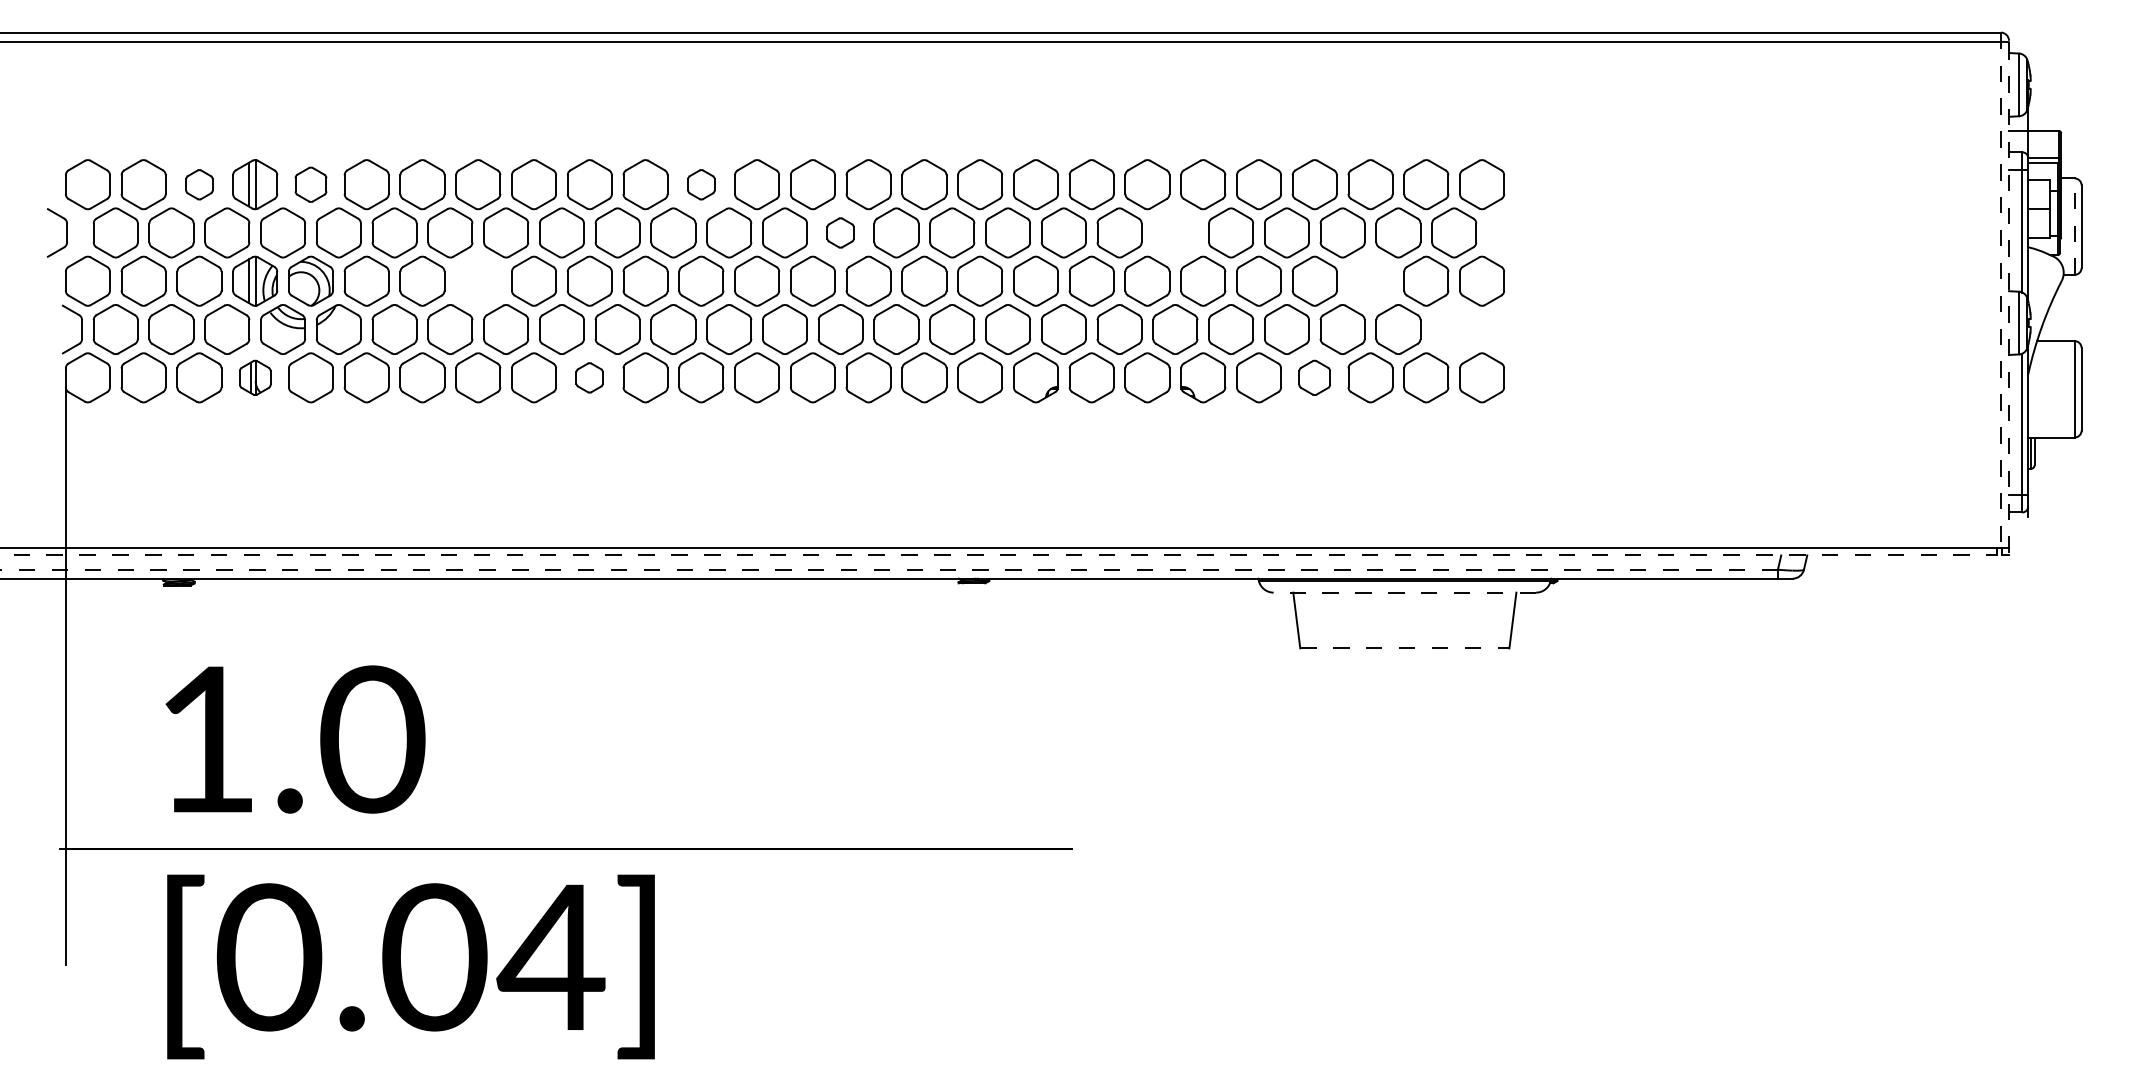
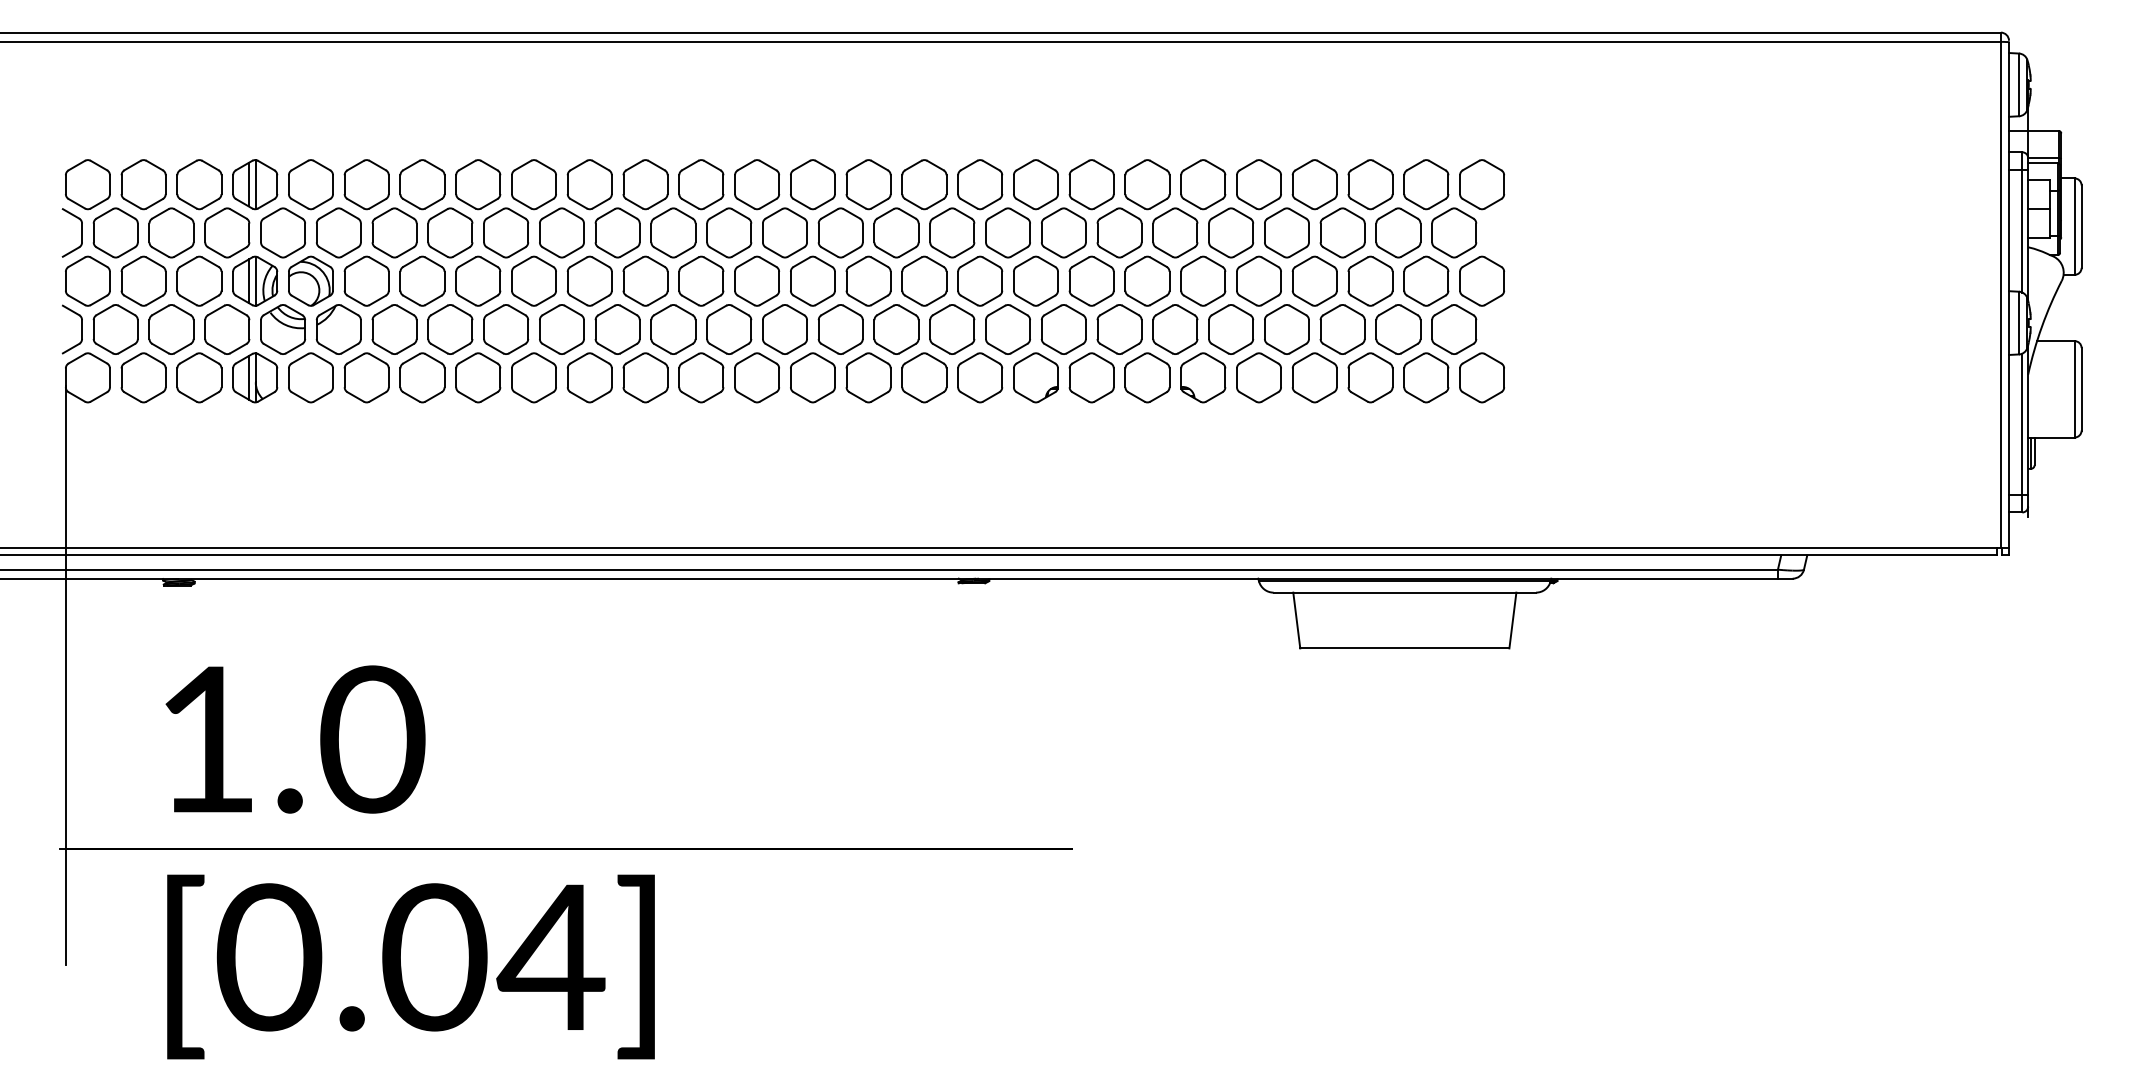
part at (199, 184) size: 29x32 px -> 47x52 px
part at (310, 184) size: 34x37 px -> 46x52 px
part at (701, 184) size: 29x32 px -> 47x52 px
line at (2074, 226): dashed -> solid
part at (66, 232) position: (66, 232) -> (81, 232)
part at (840, 232) size: 29x32 px -> 47x52 px
part at (1175, 232): none -> present
part at (478, 280): none -> present
part at (1370, 280): none -> present
line at (2000, 290): dashed -> solid
line at (2009, 299): dashed -> solid
part at (1454, 329): none -> present
part at (255, 377) size: 33x37 px -> 47x52 px
part at (589, 377) size: 29x32 px -> 47x52 px
part at (1314, 377) size: 33x37 px -> 47x52 px
line at (999, 555): dashed -> solid
line at (889, 569): dashed -> solid
line at (1404, 592): dashed -> solid
line at (1404, 648): dashed -> solid
